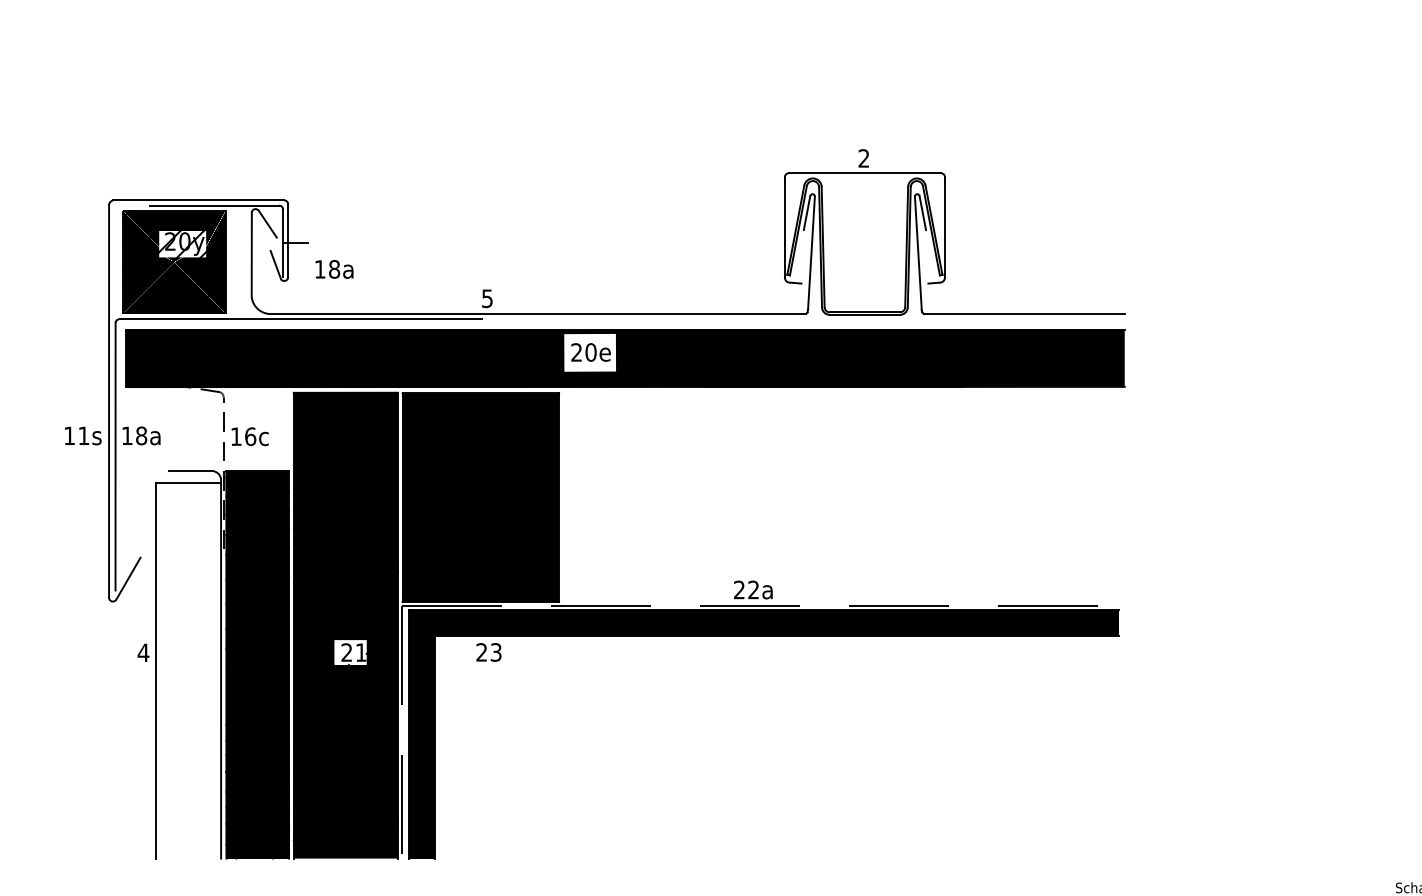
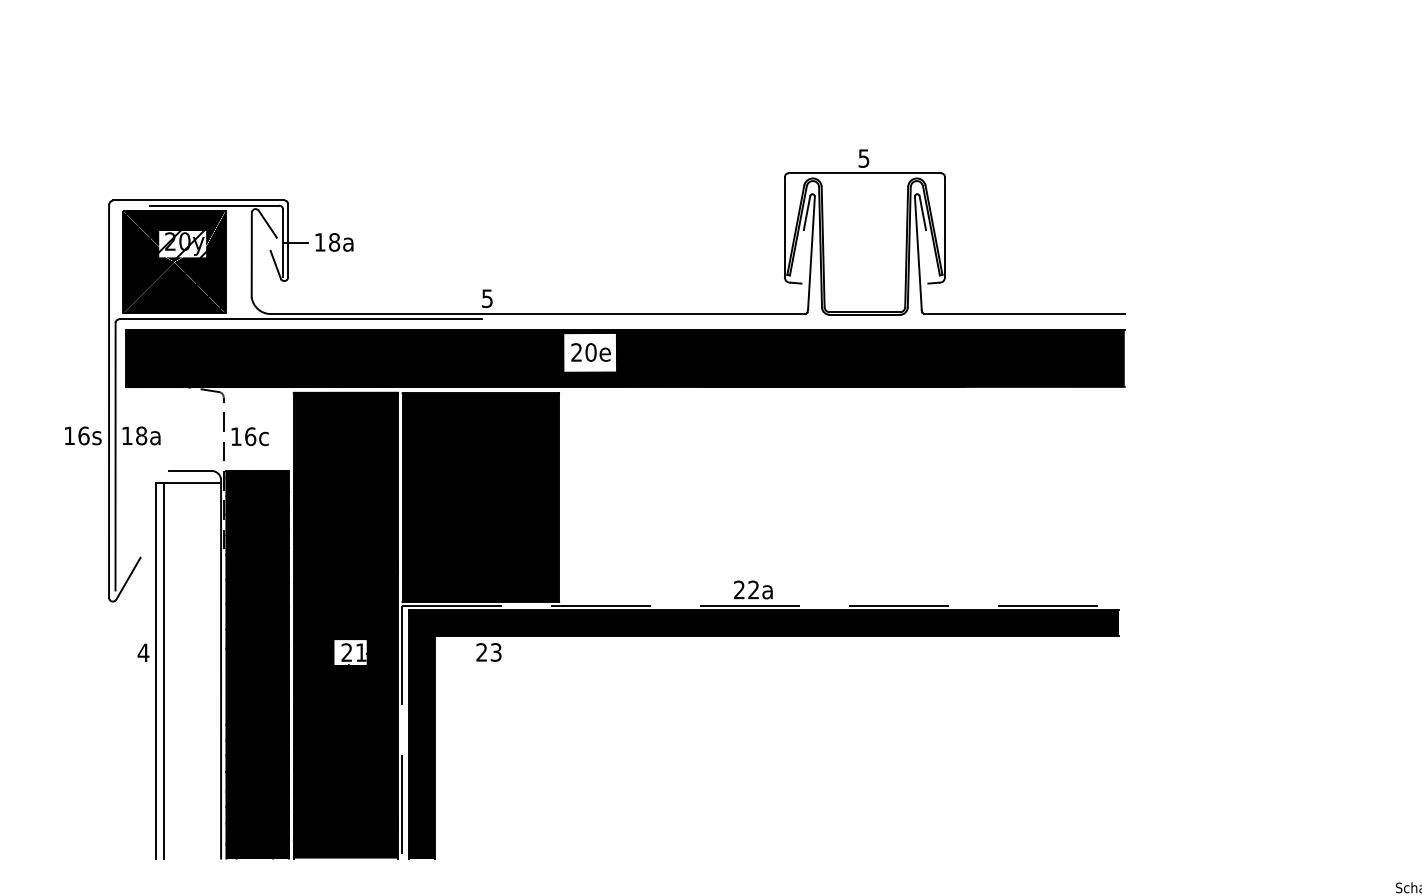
text at (863, 158): 2 -> 5
text at (334, 269) position: (334, 269) -> (334, 242)
text at (83, 435): 11s -> 16s
line at (163, 670): none -> present
